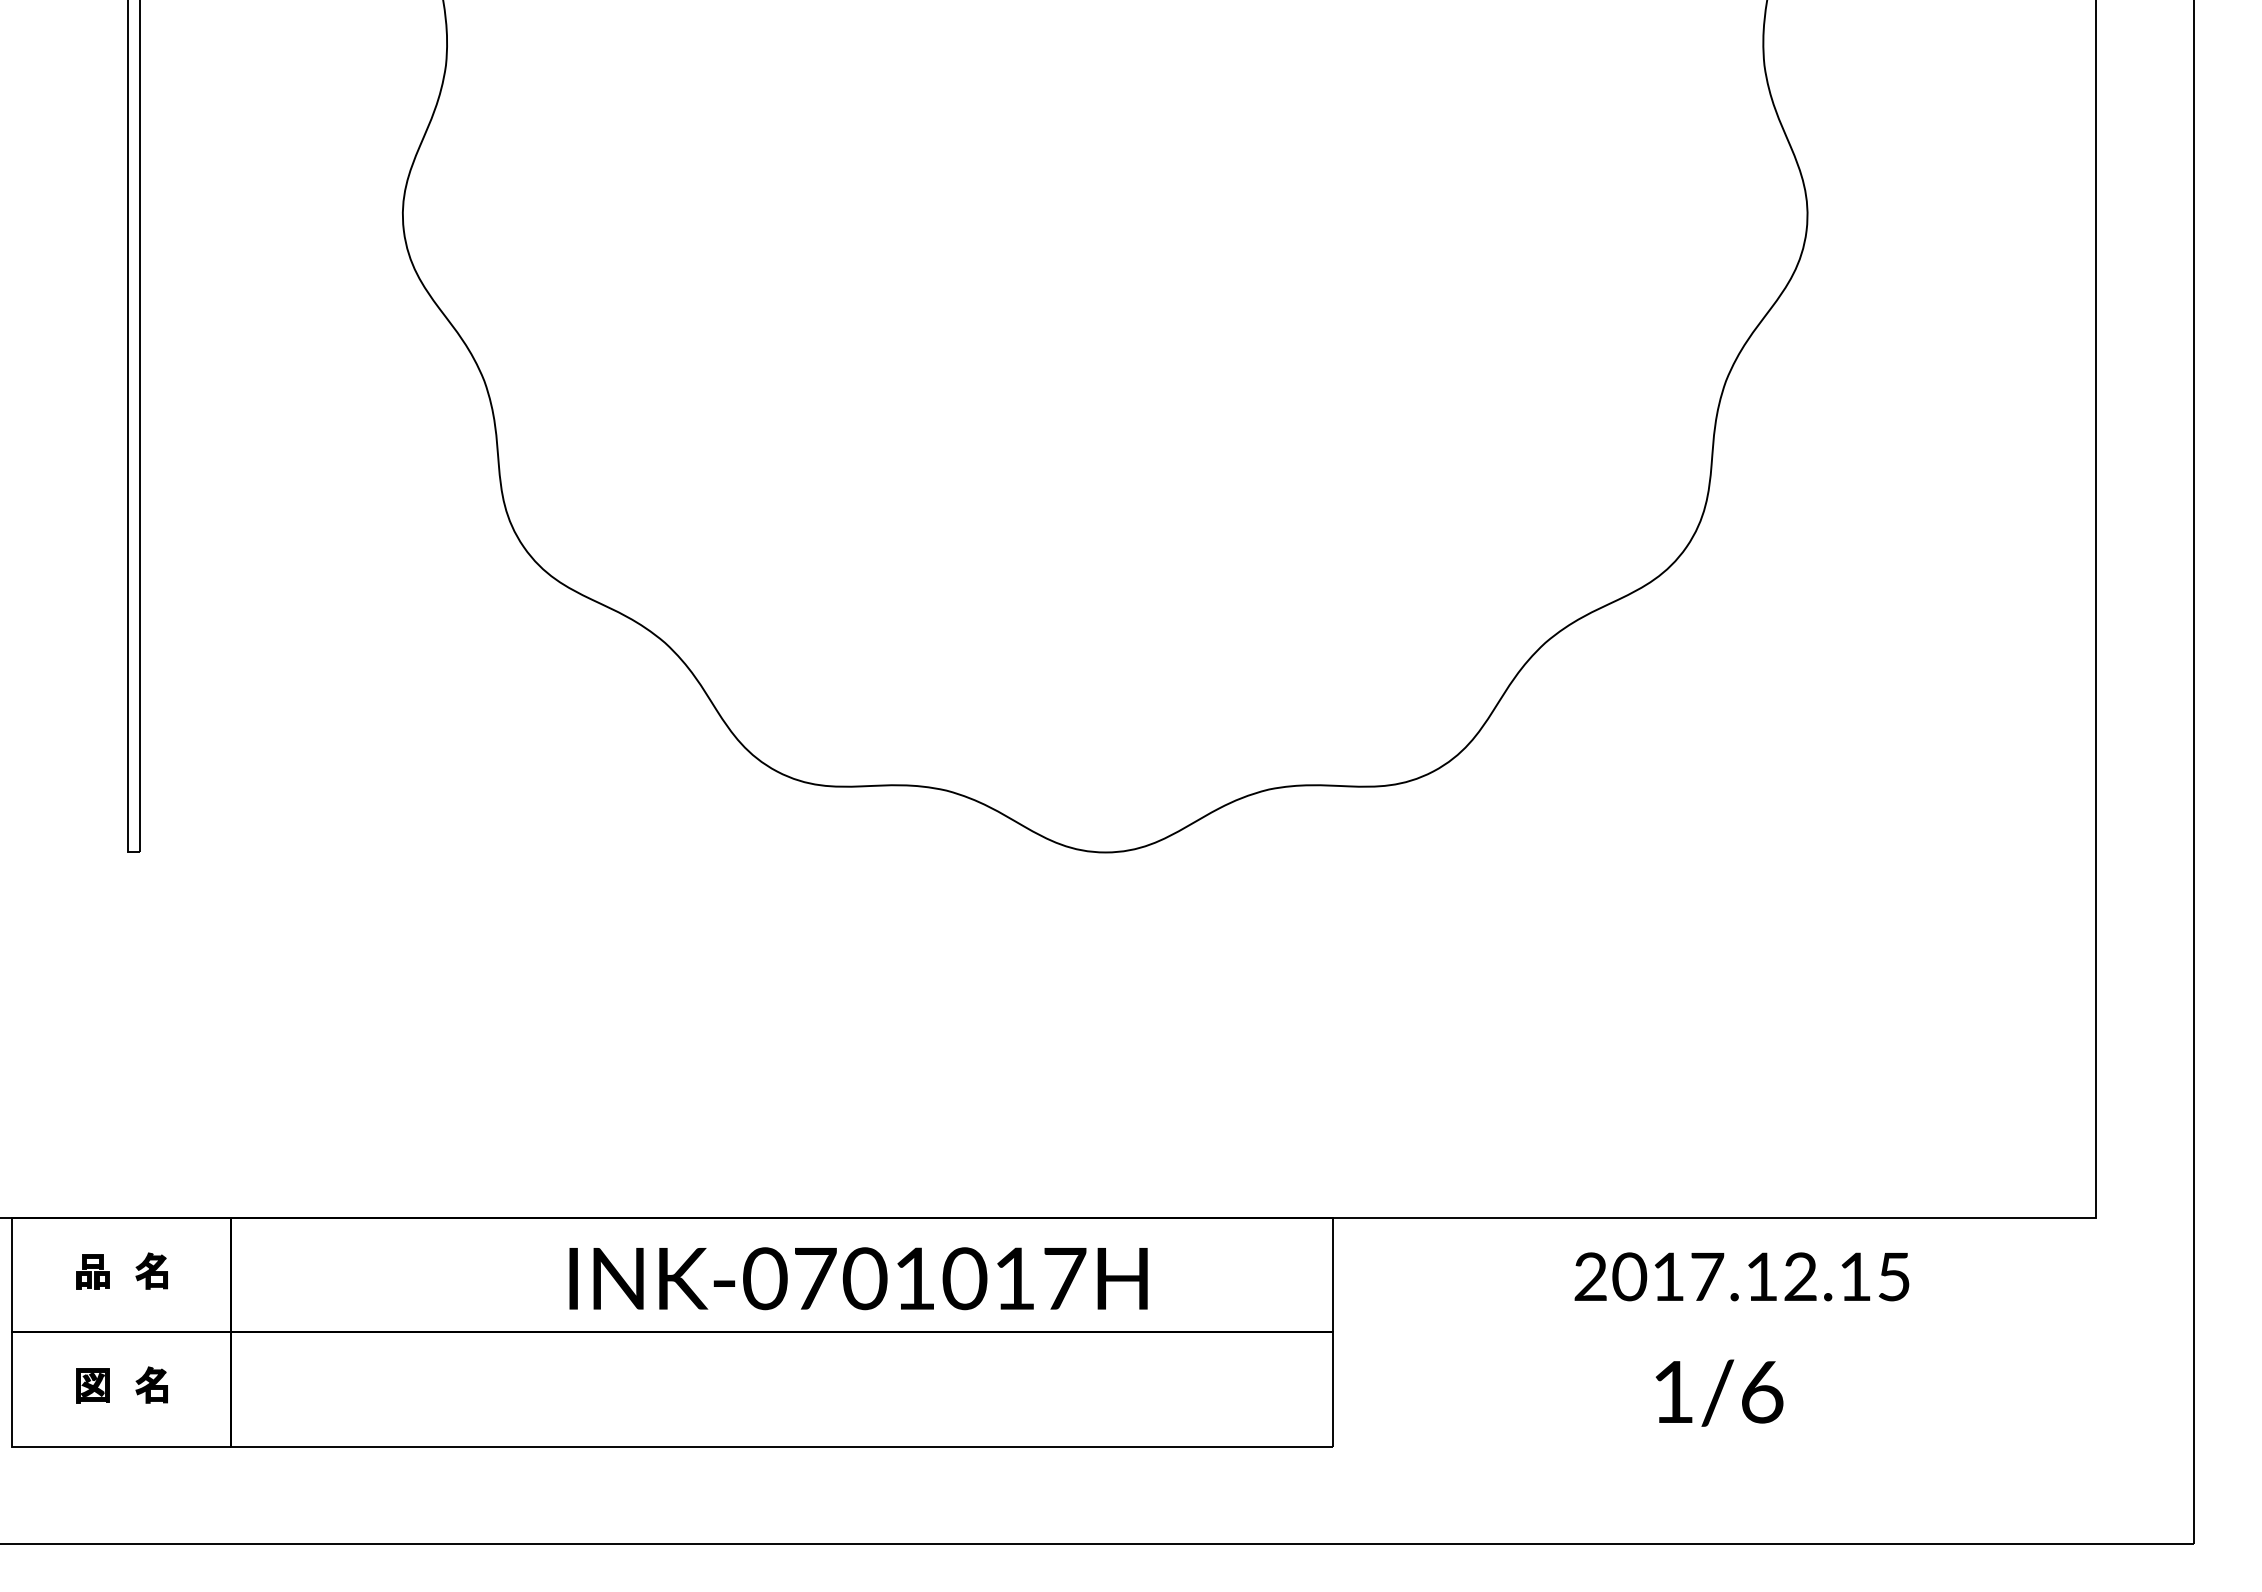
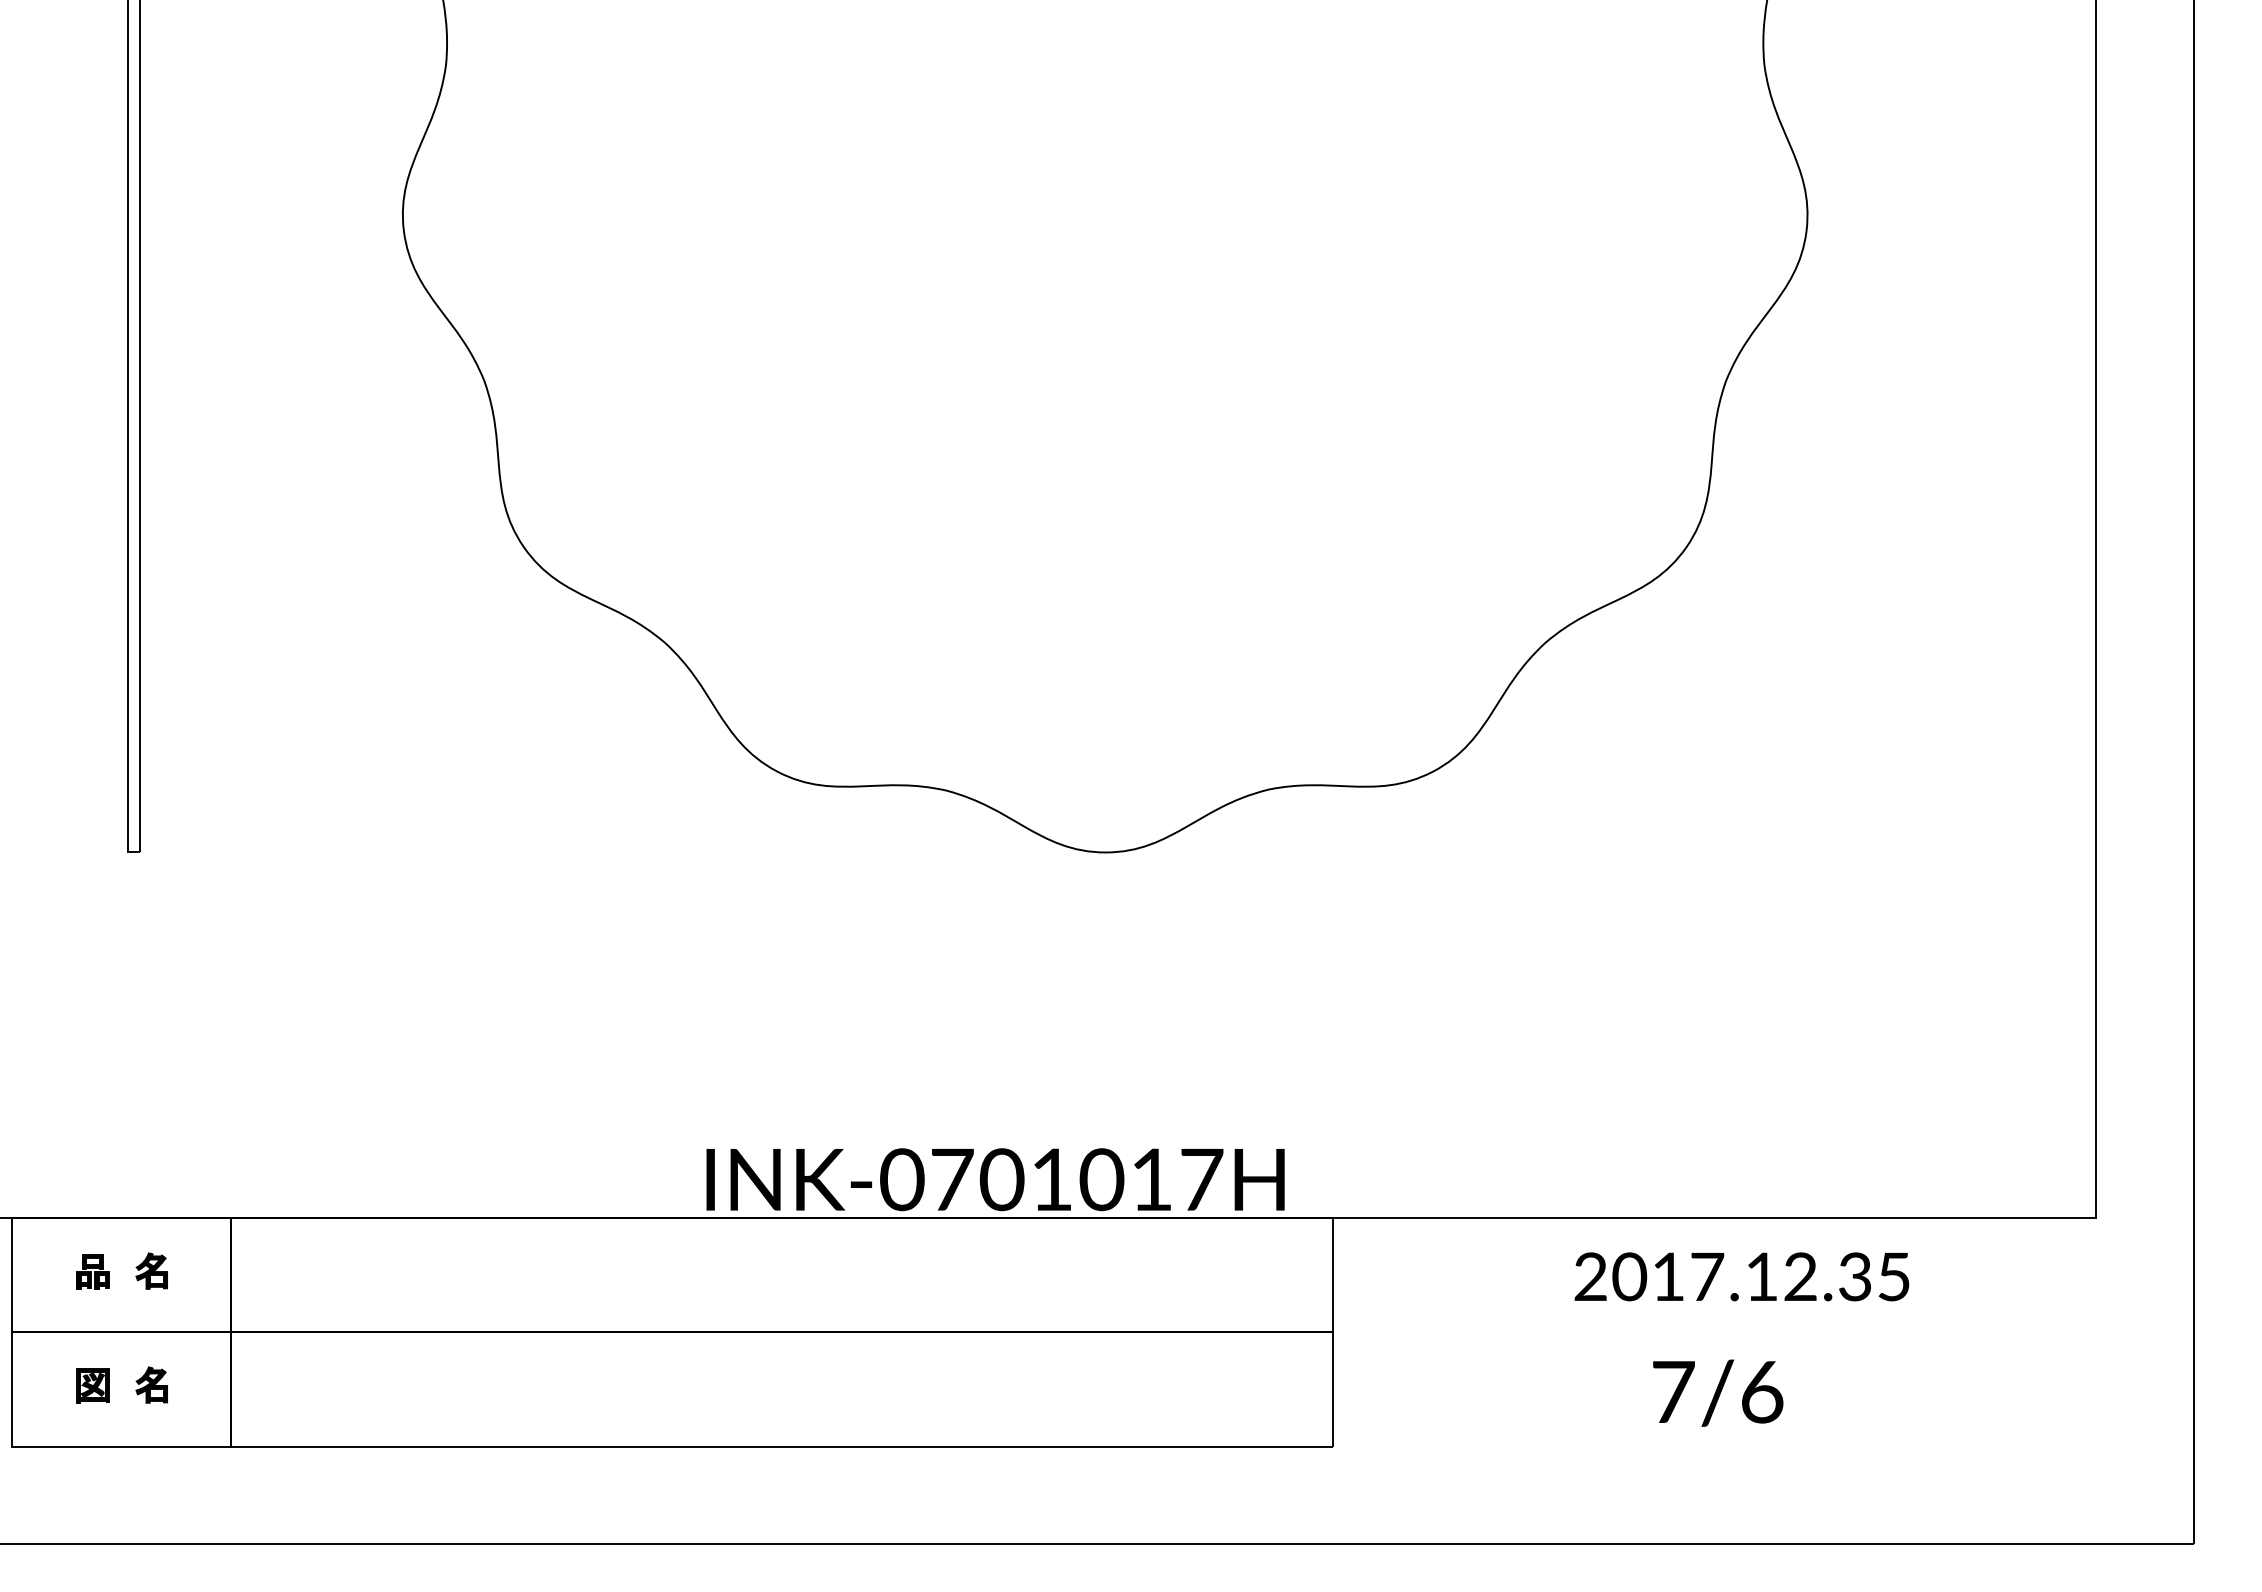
text at (1855, 1276): 2017.12.15 -> 2017.12.35
text at (858, 1278) position: (858, 1278) -> (995, 1179)
text at (1673, 1391): 1/6 -> 7/6
